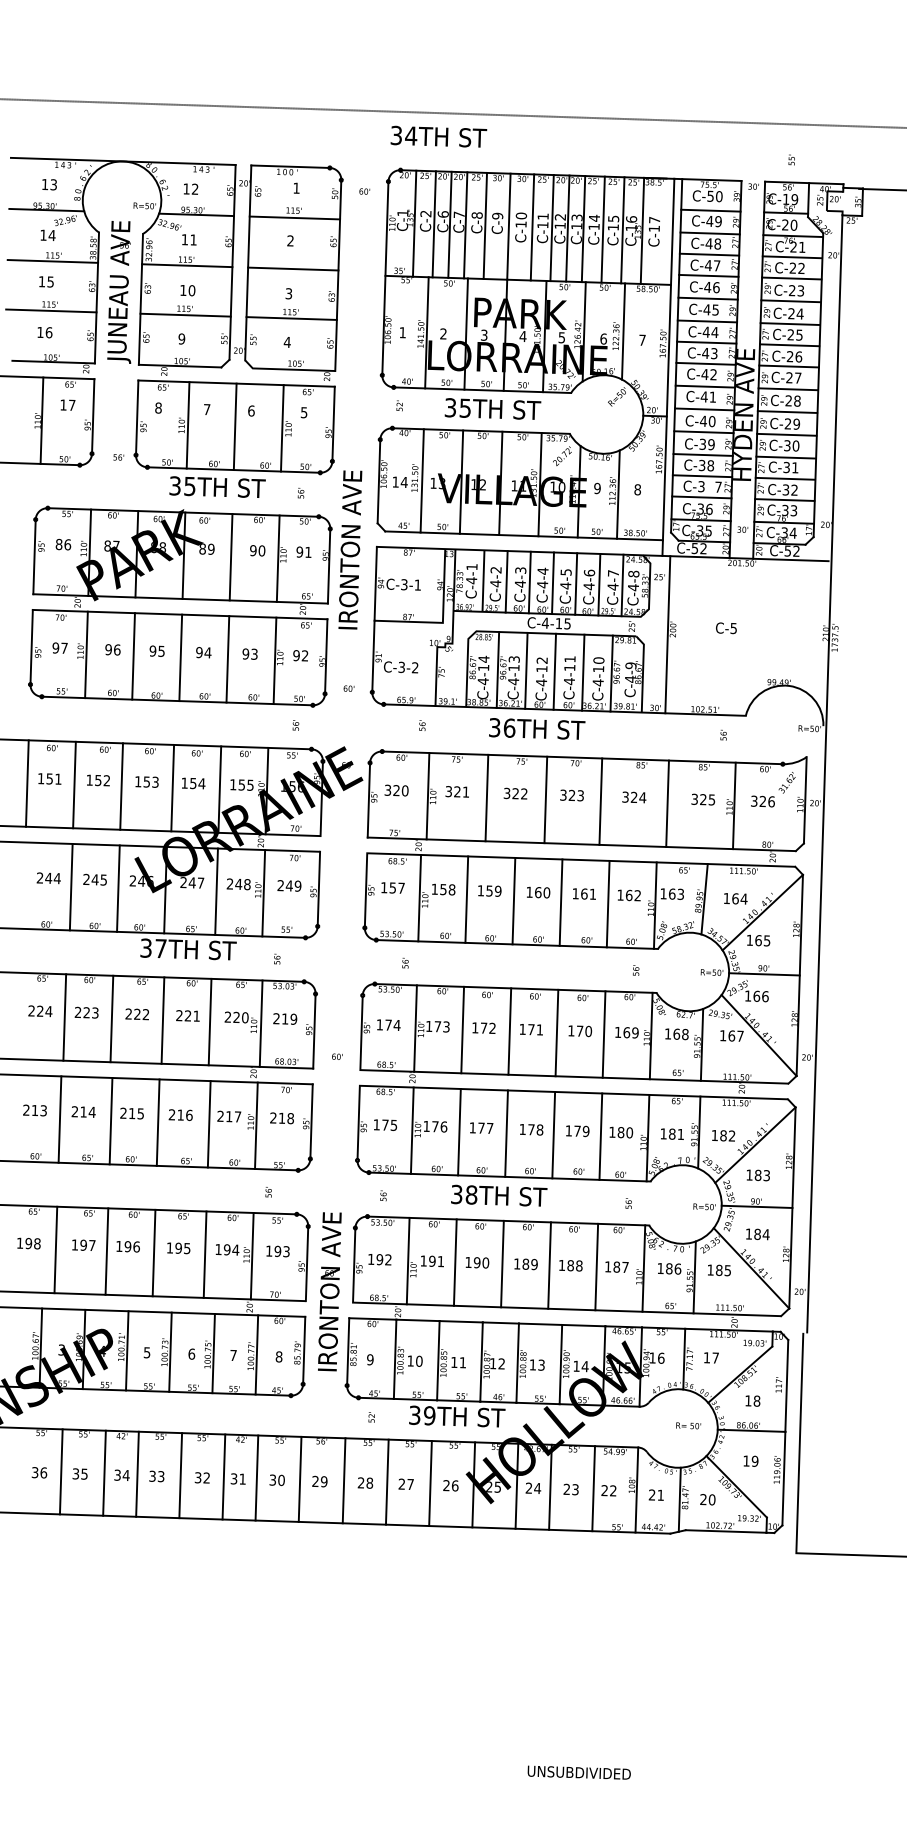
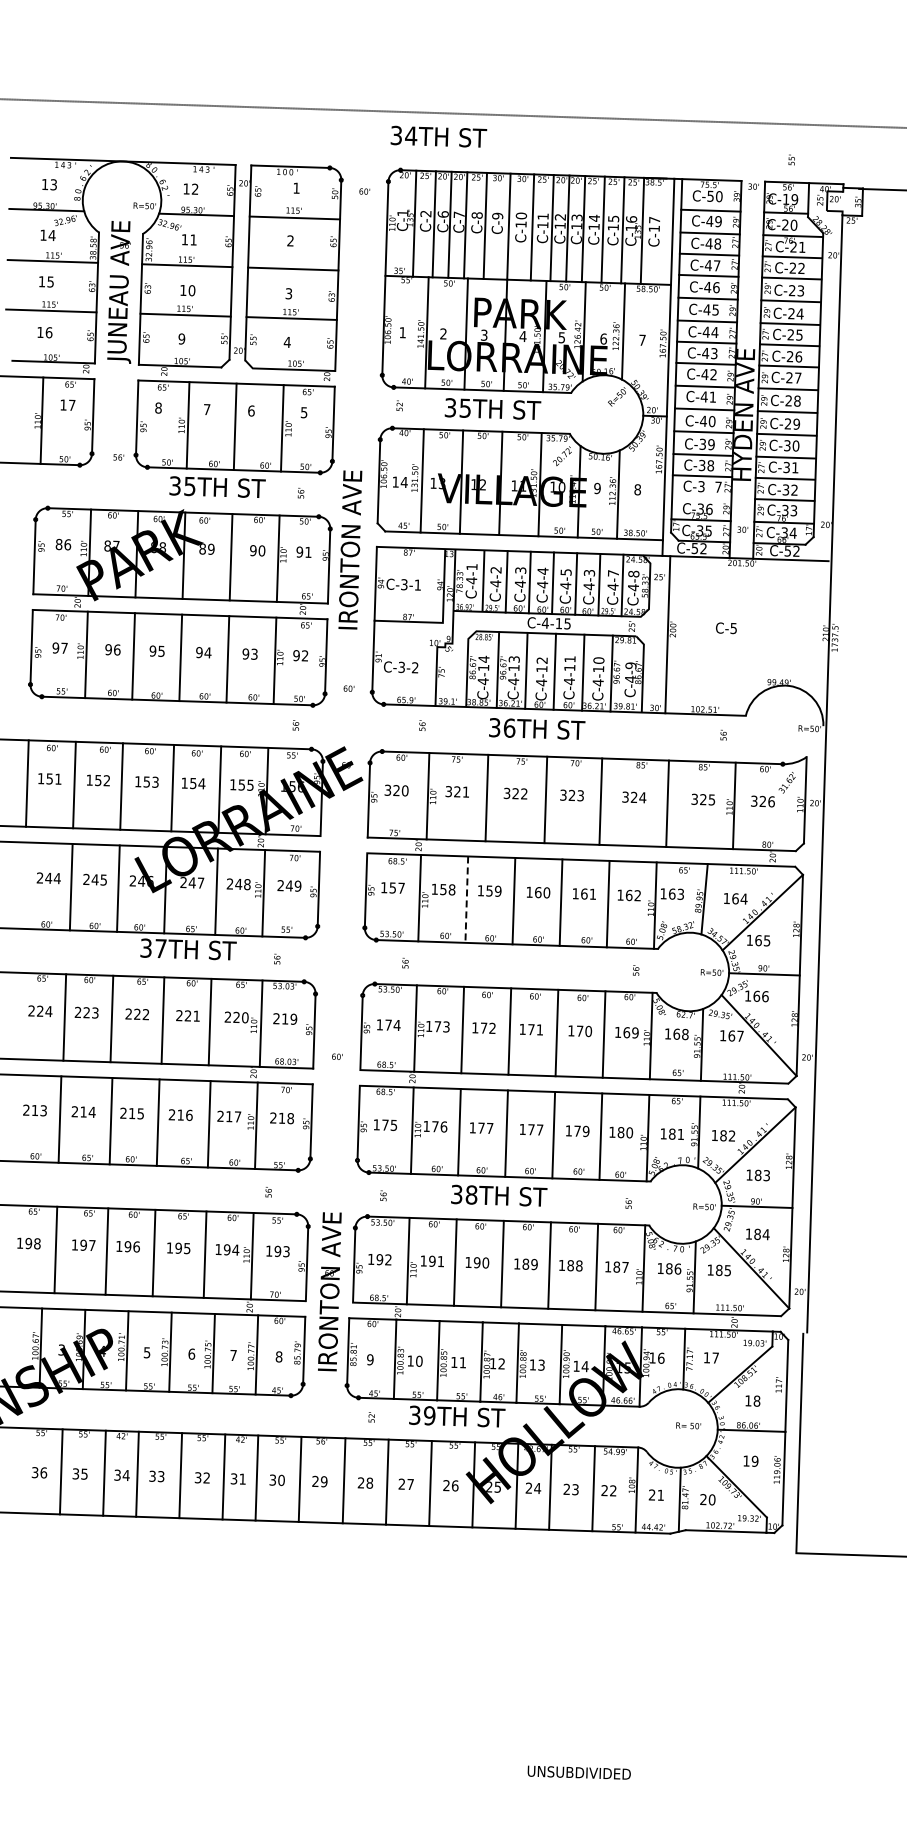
line at (701, 497): present -> none
text at (589, 572): C-4-6 -> C-4-3
line at (466, 900): solid -> dashed
text at (539, 1129): 178 -> 177
